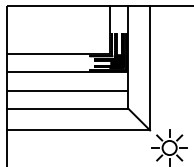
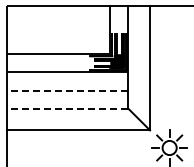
line at (67, 90): solid -> dashed
line at (67, 108): solid -> dashed
